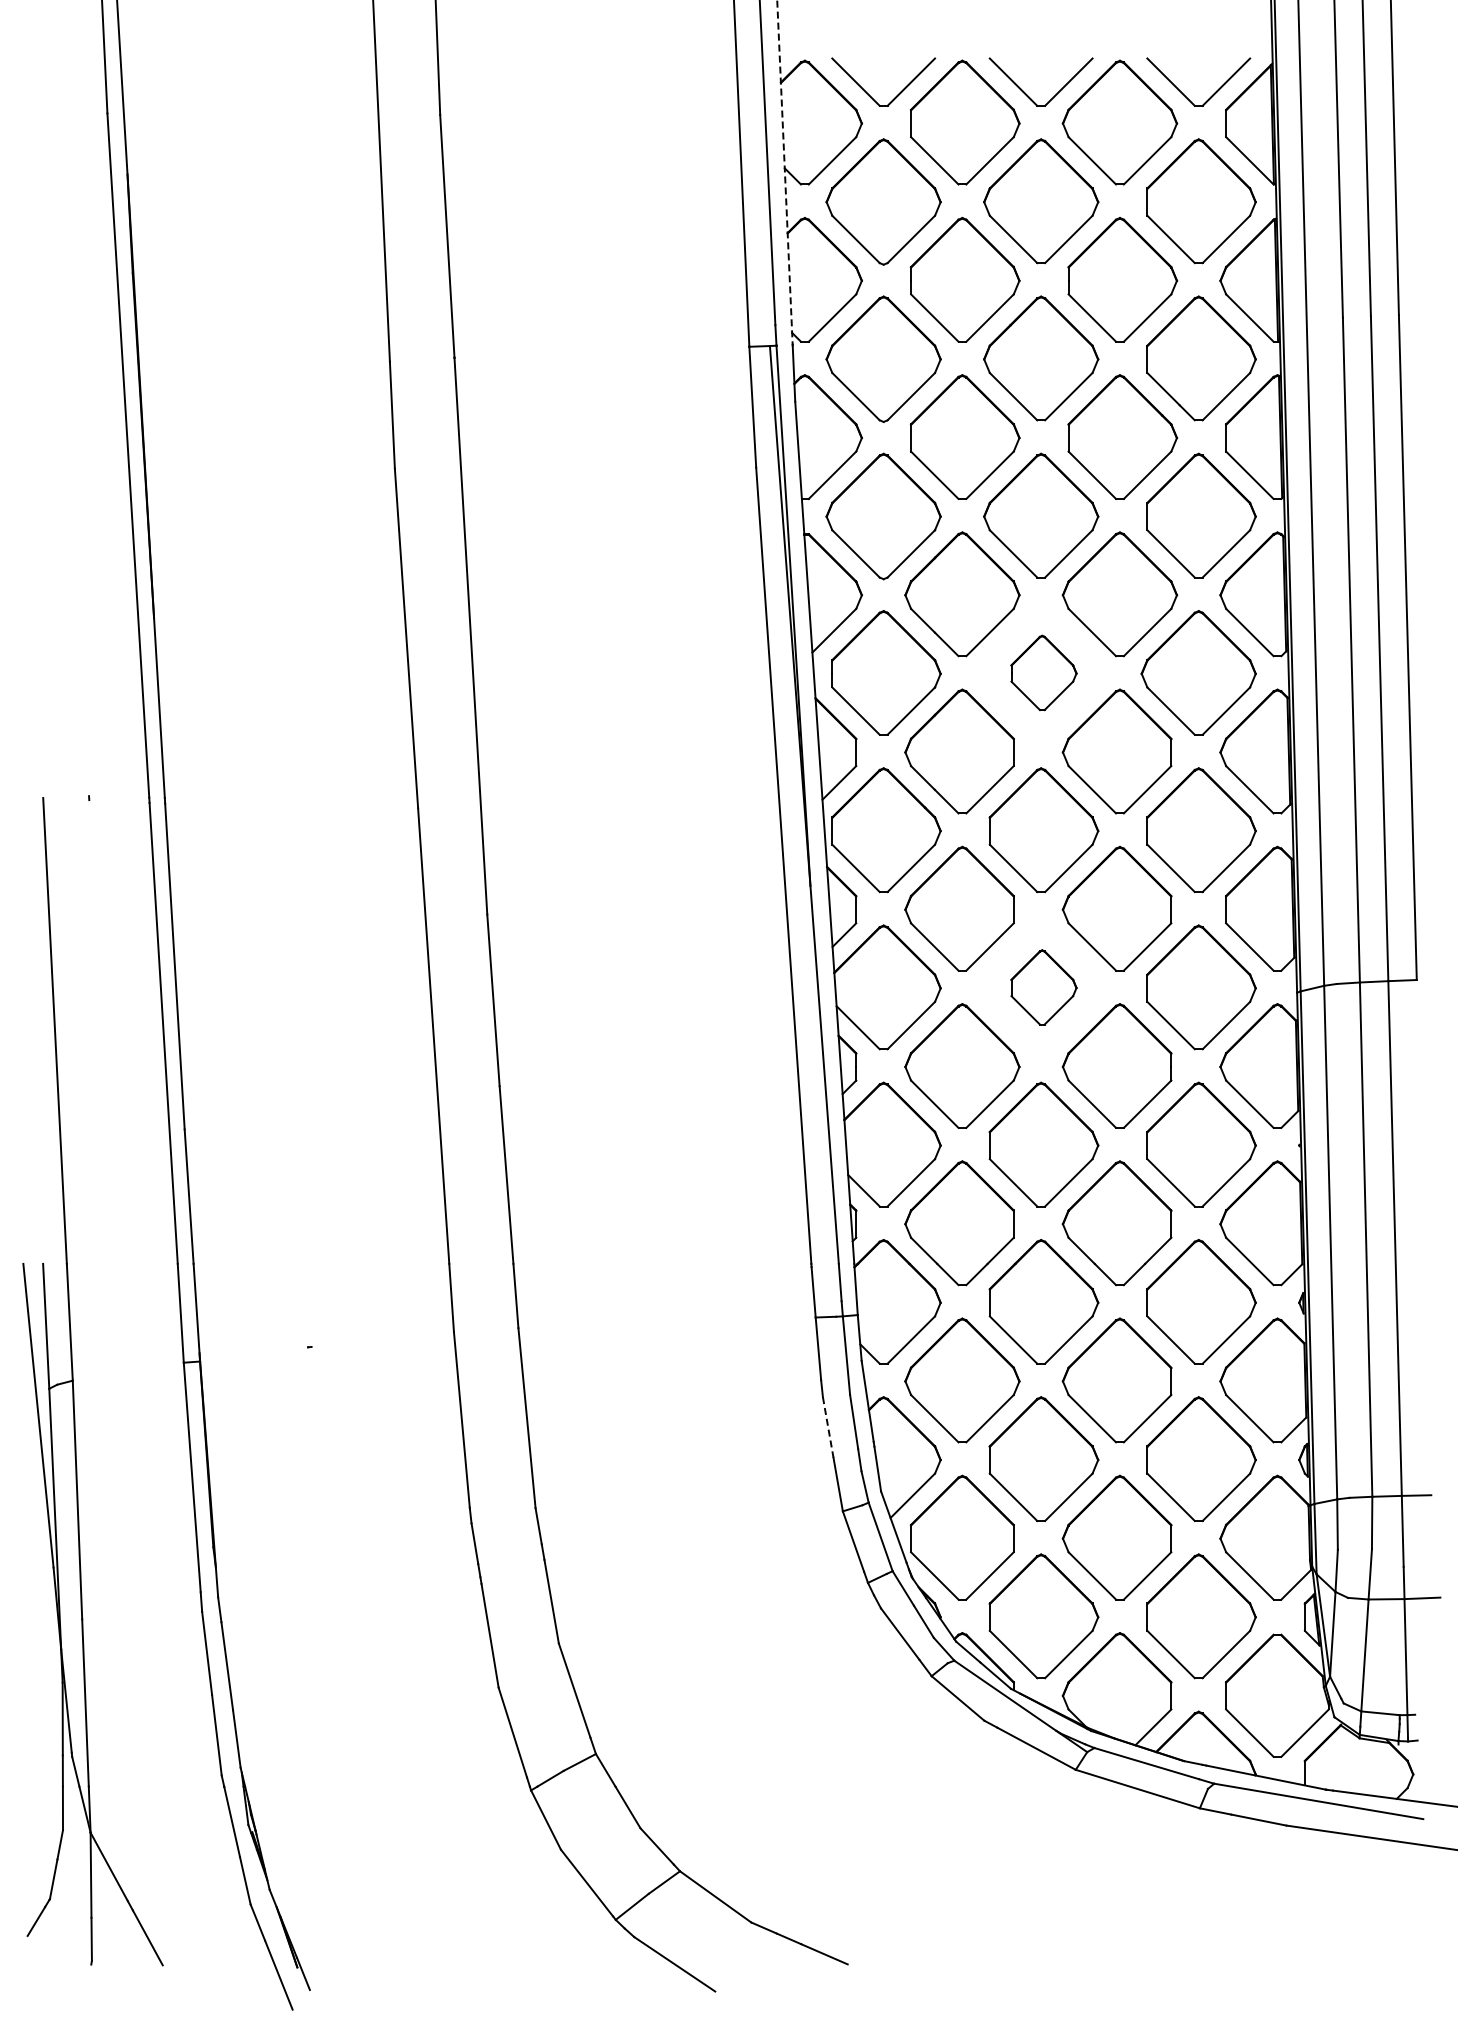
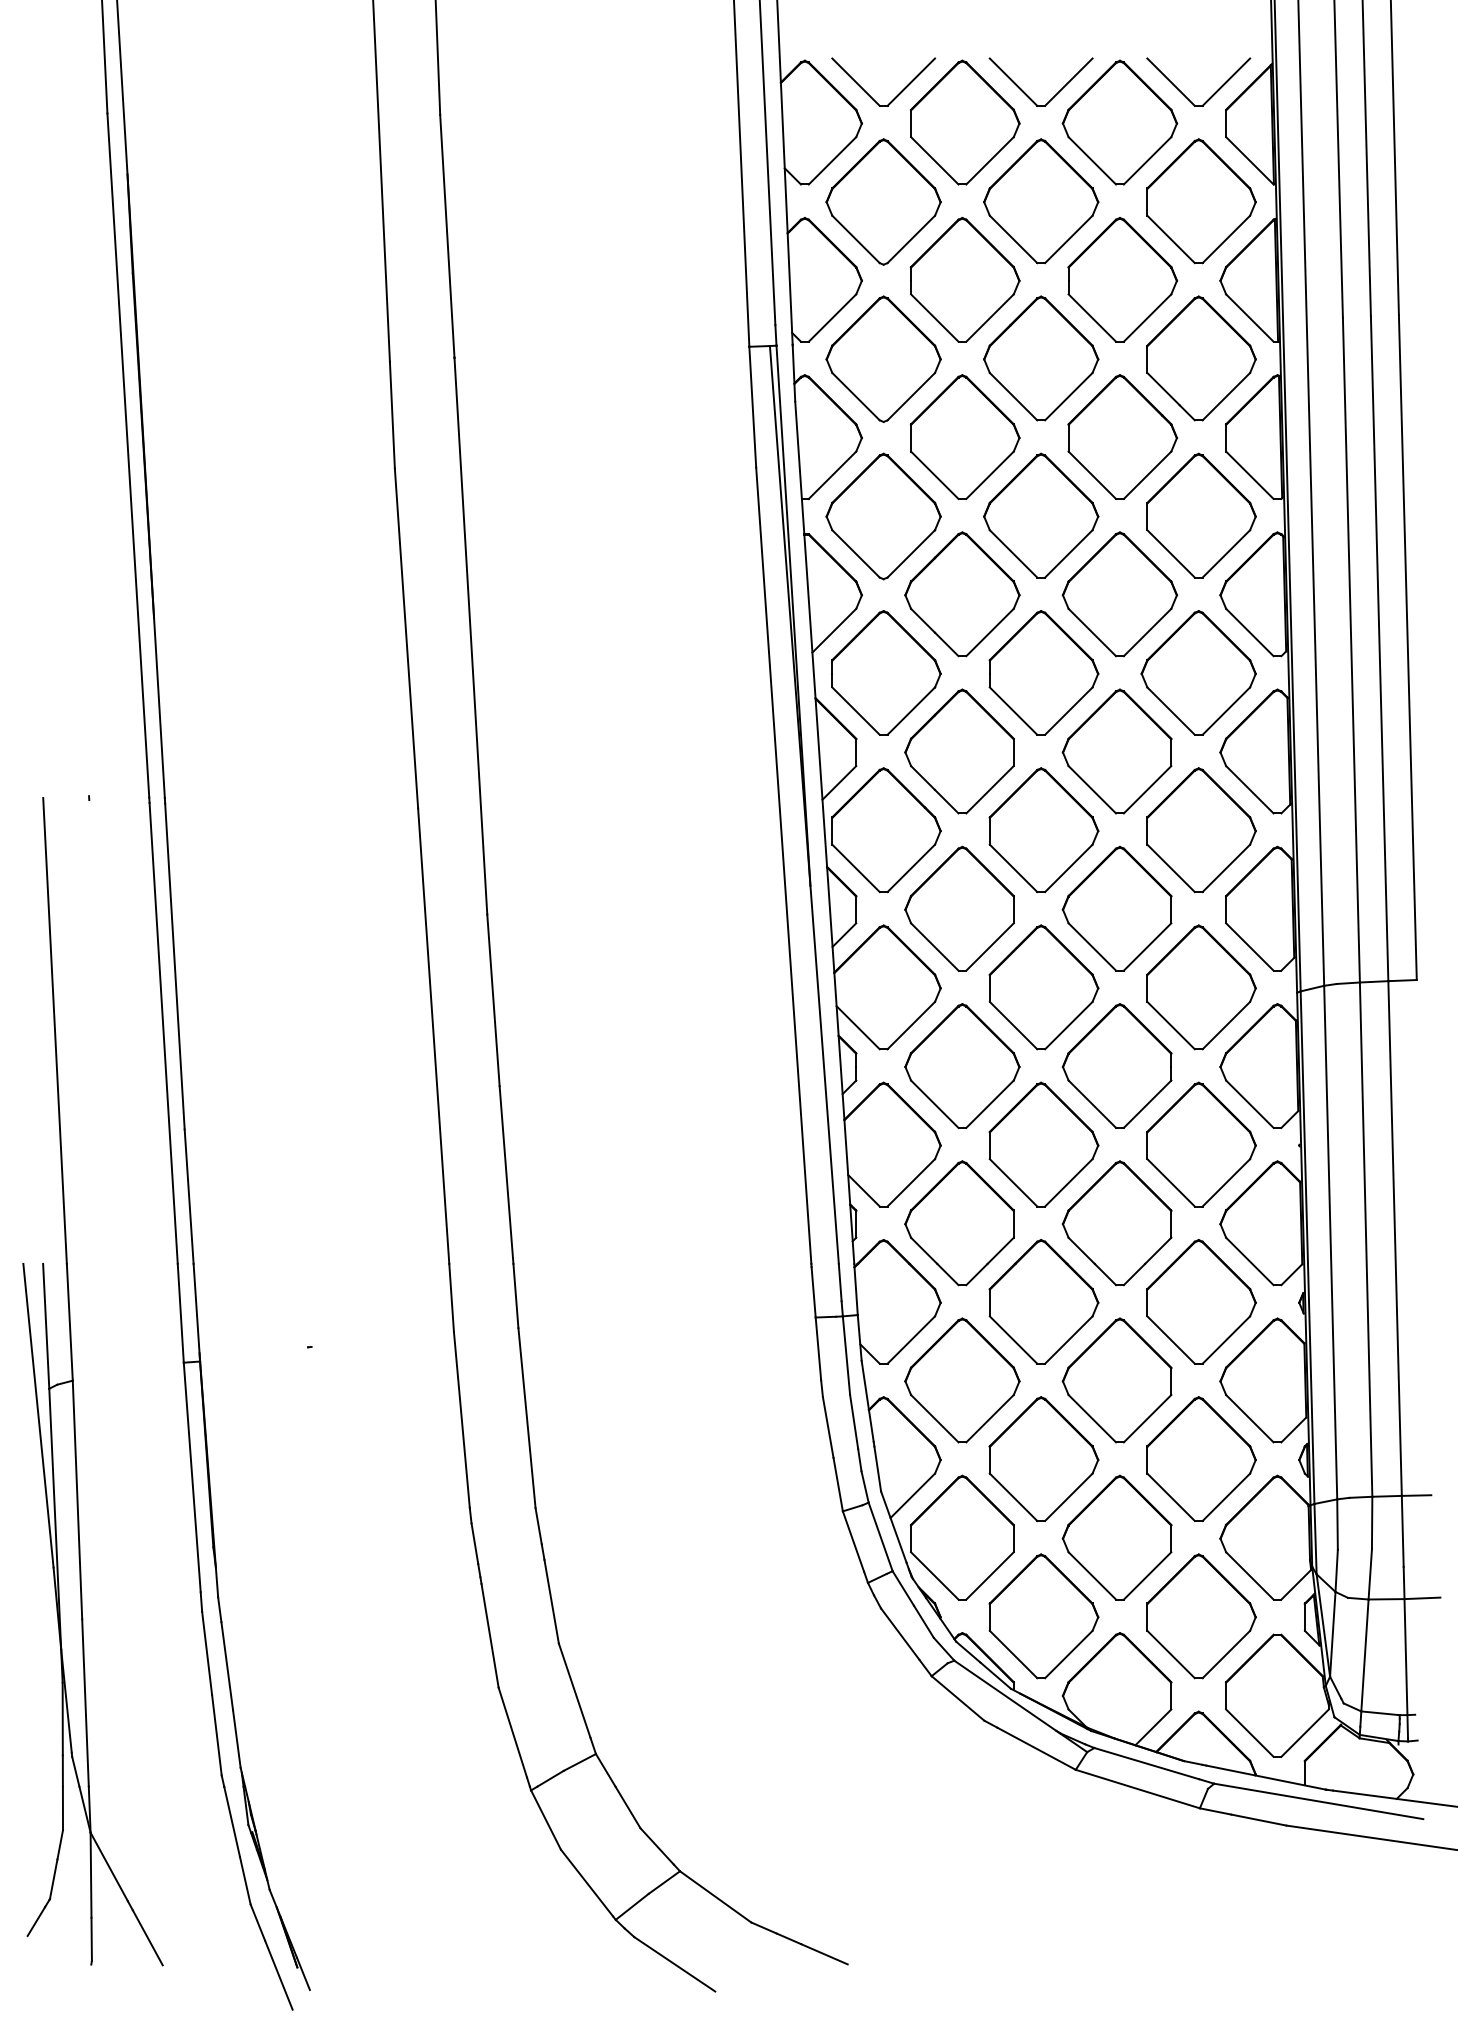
line at (784, 172): dashed -> solid
part at (1043, 672) size: 68x78 px -> 112x126 px
part at (1043, 987) size: 68x77 px -> 112x127 px
line at (828, 1427): dashed -> solid
